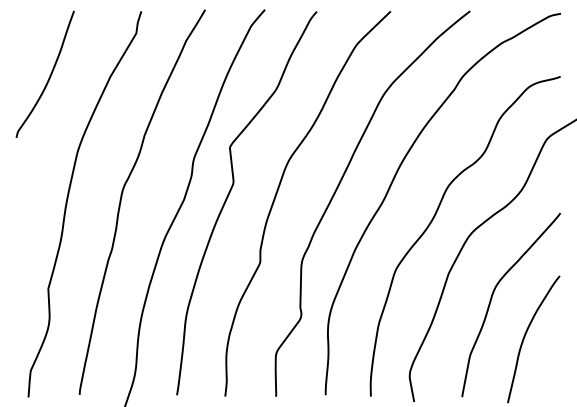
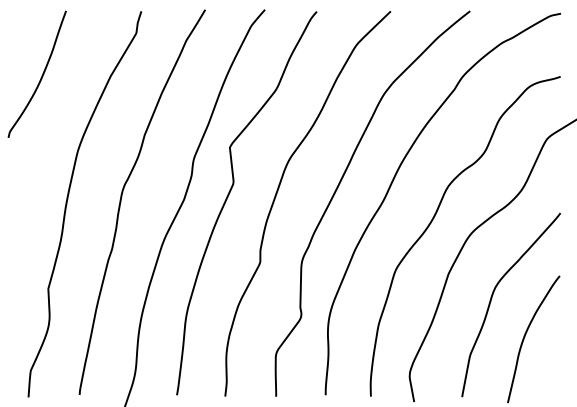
curve at (49, 75) position: (49, 75) -> (41, 75)
